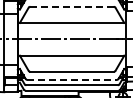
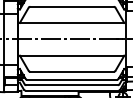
line at (72, 6): dashed -> solid
line at (72, 79): dashed -> solid
